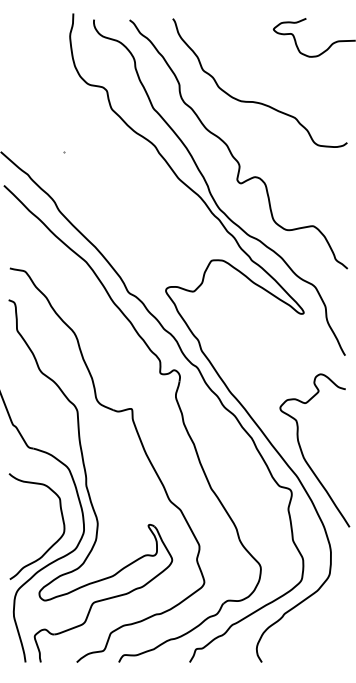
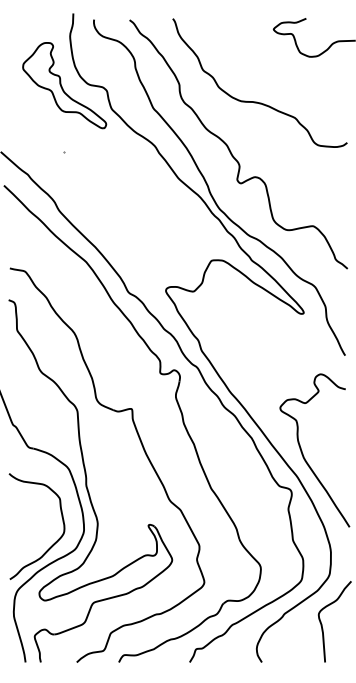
part at (64, 85): none -> present
curve at (322, 624): none -> present
